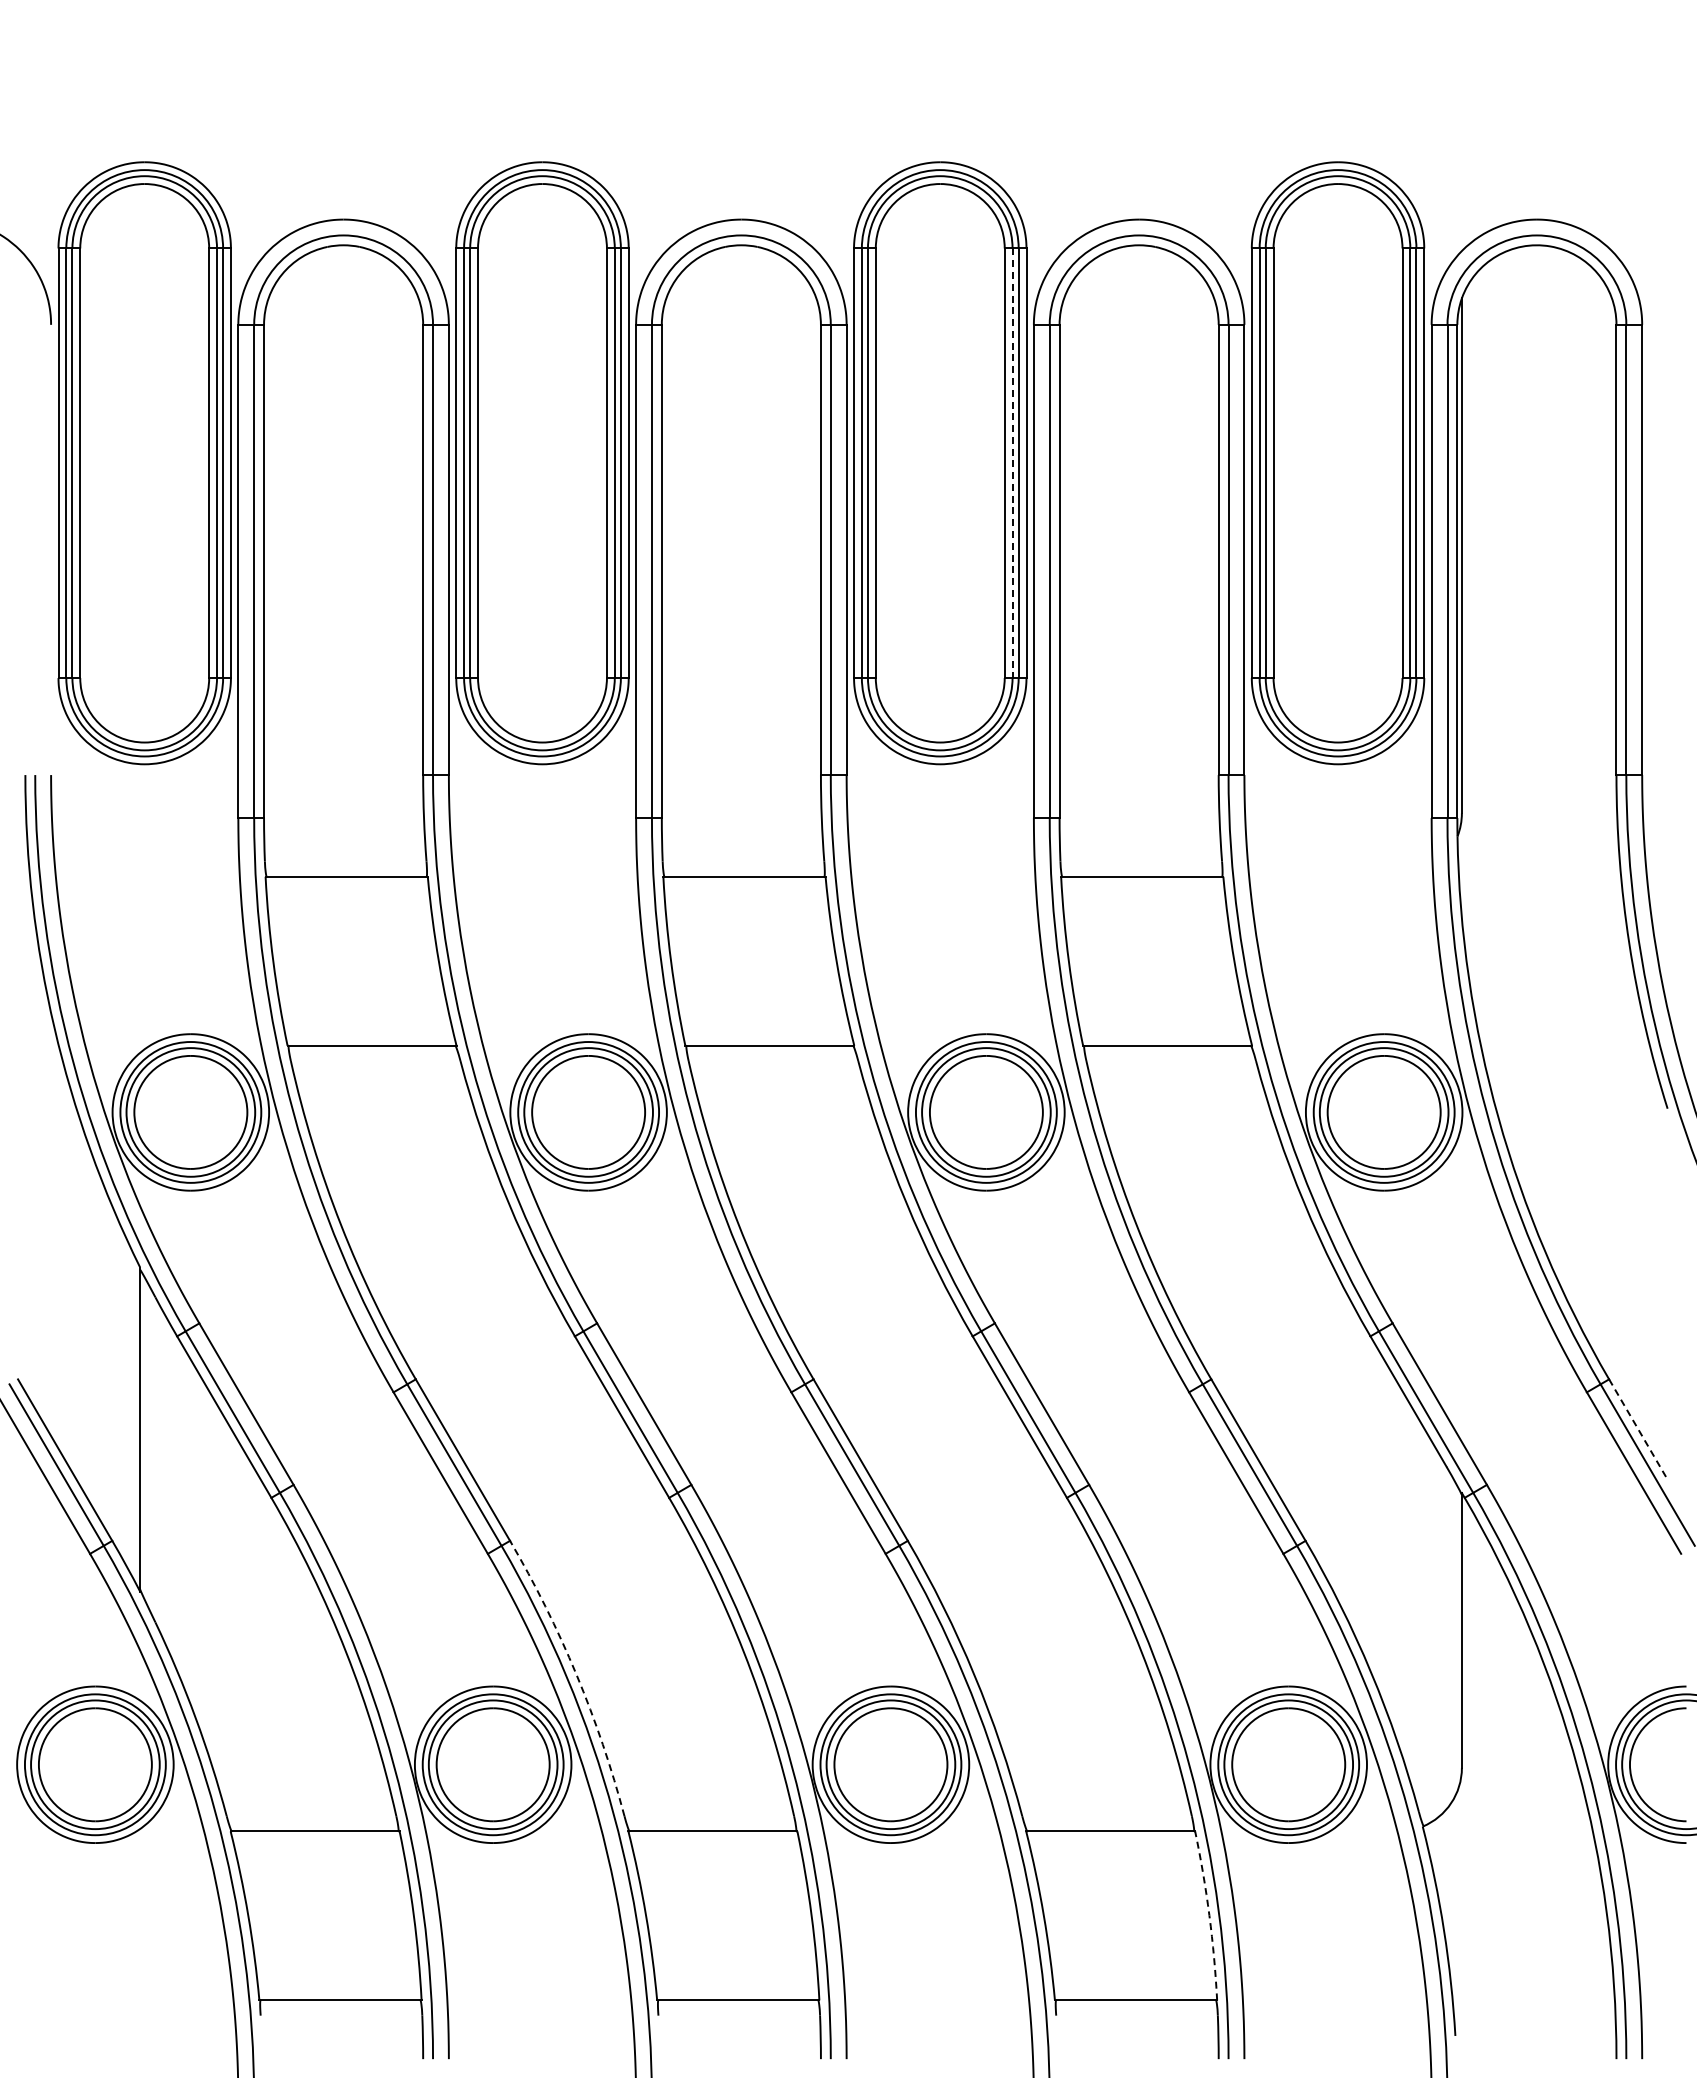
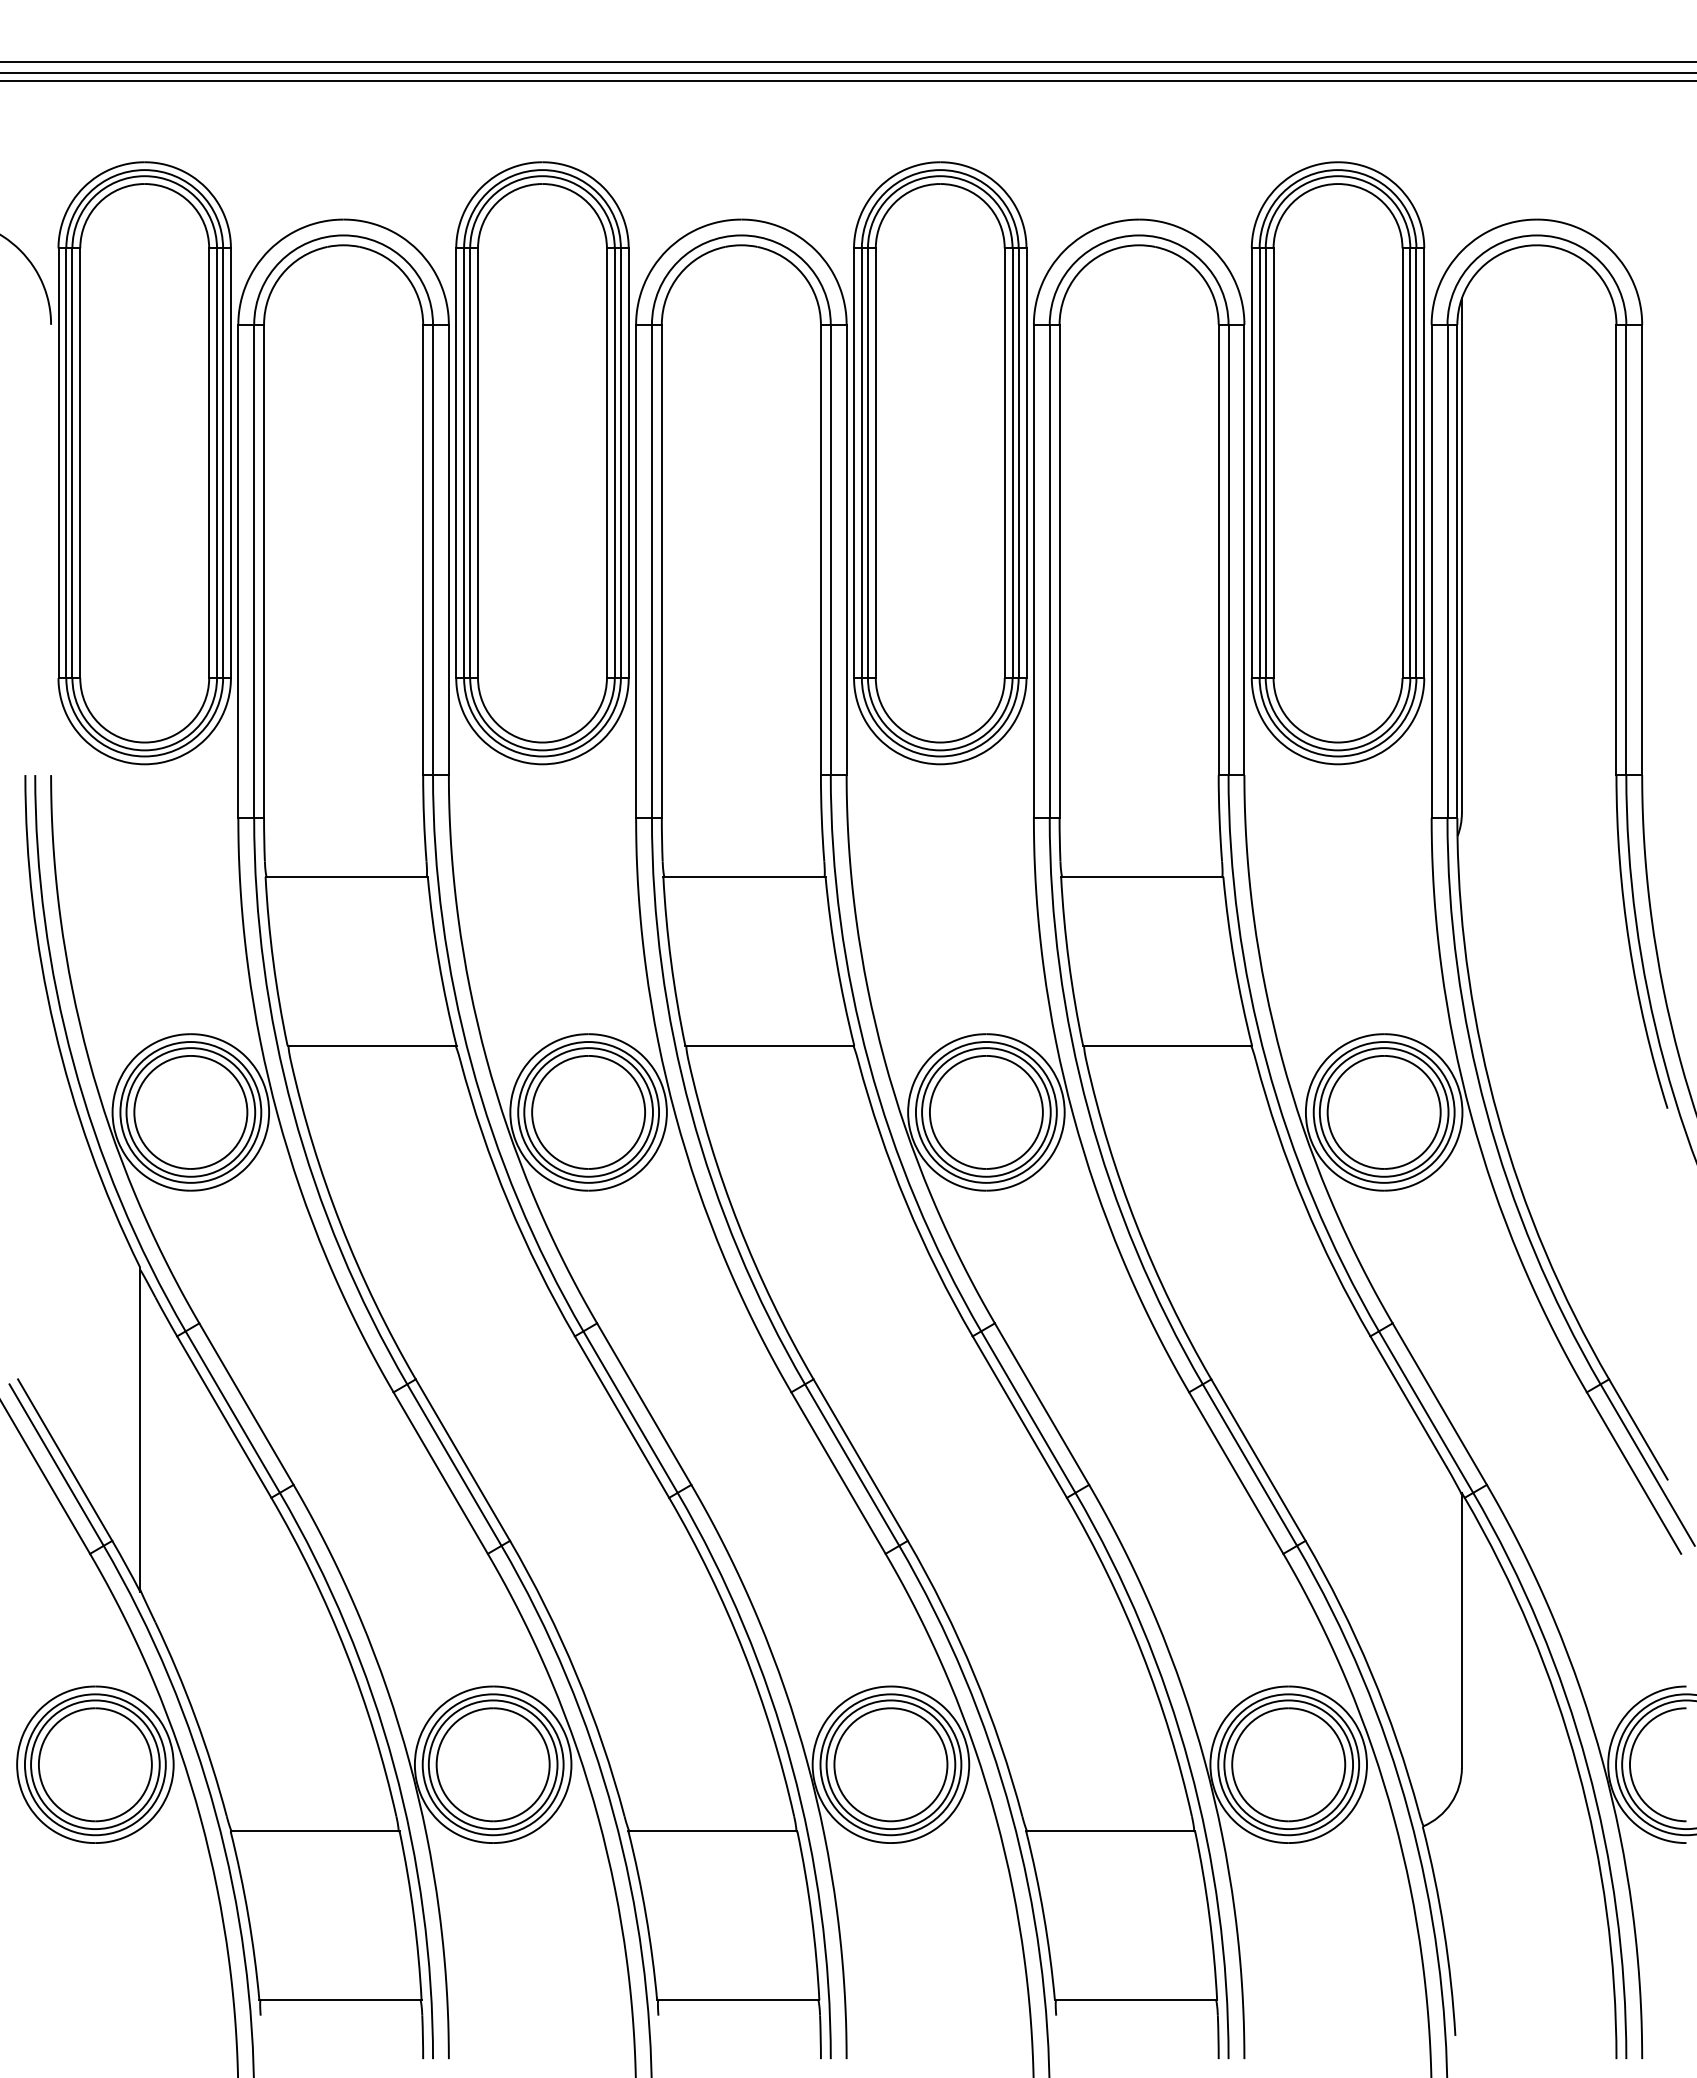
line at (847, 62): none -> present
line at (847, 72): none -> present
line at (847, 80): none -> present
line at (1012, 463): dashed -> solid
line at (1638, 1429): dashed -> solid
arc at (576, 1674): dashed -> solid
arc at (1209, 1915): dashed -> solid
